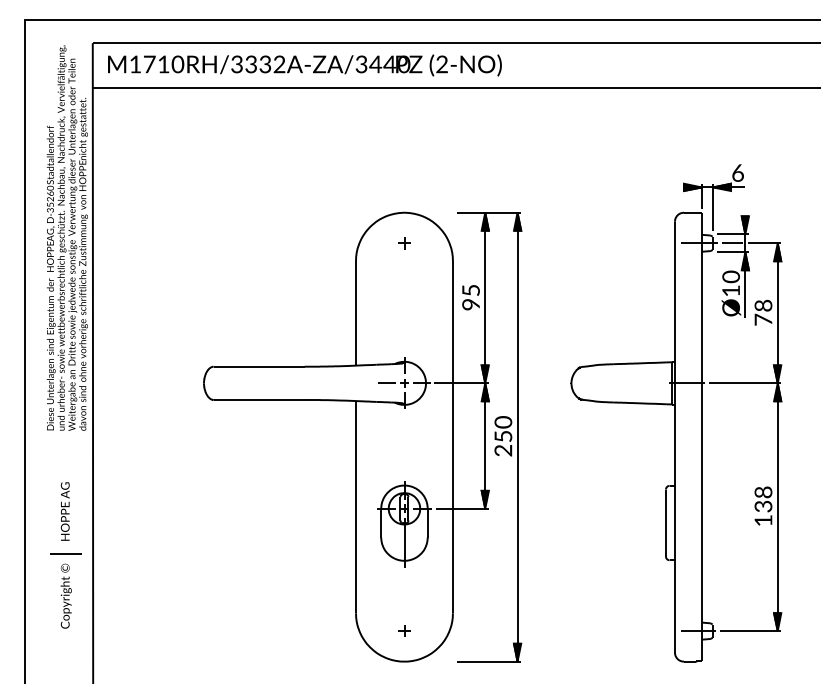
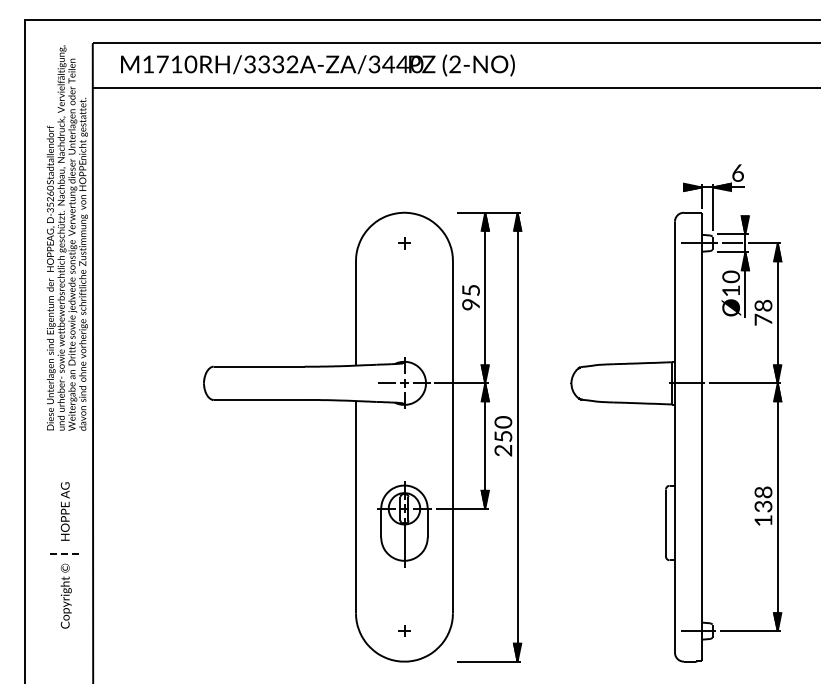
text at (304, 65) position: (304, 65) -> (317, 65)
line at (66, 553): solid -> dashed
